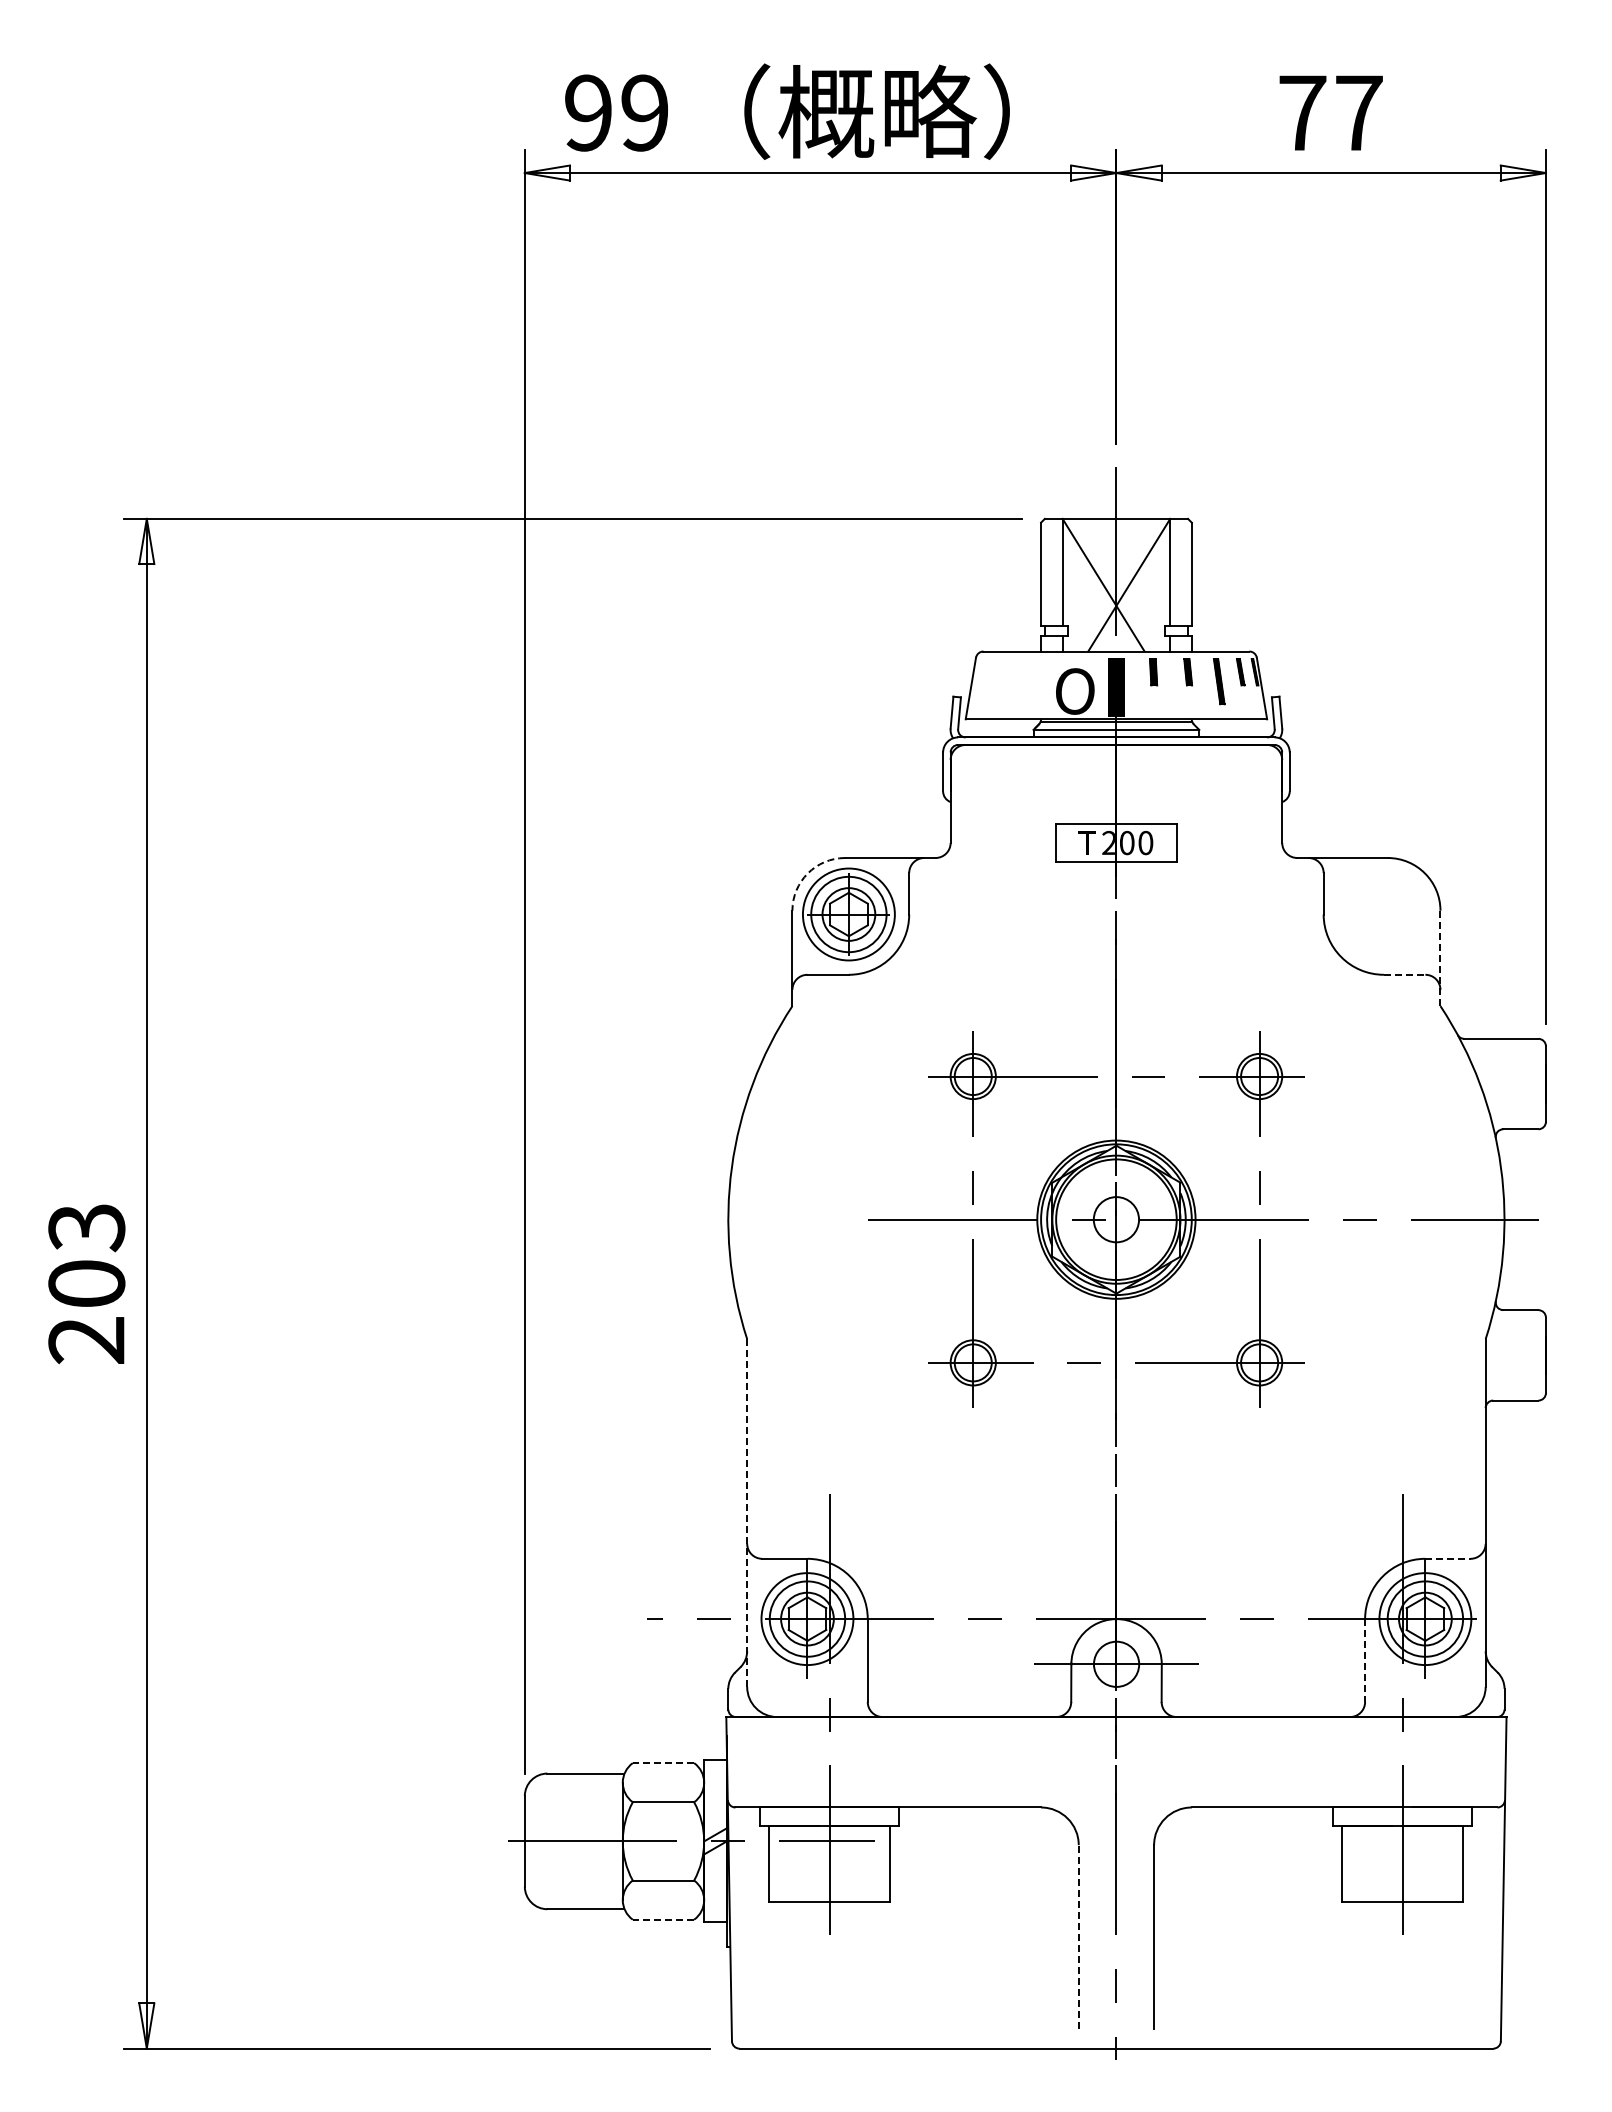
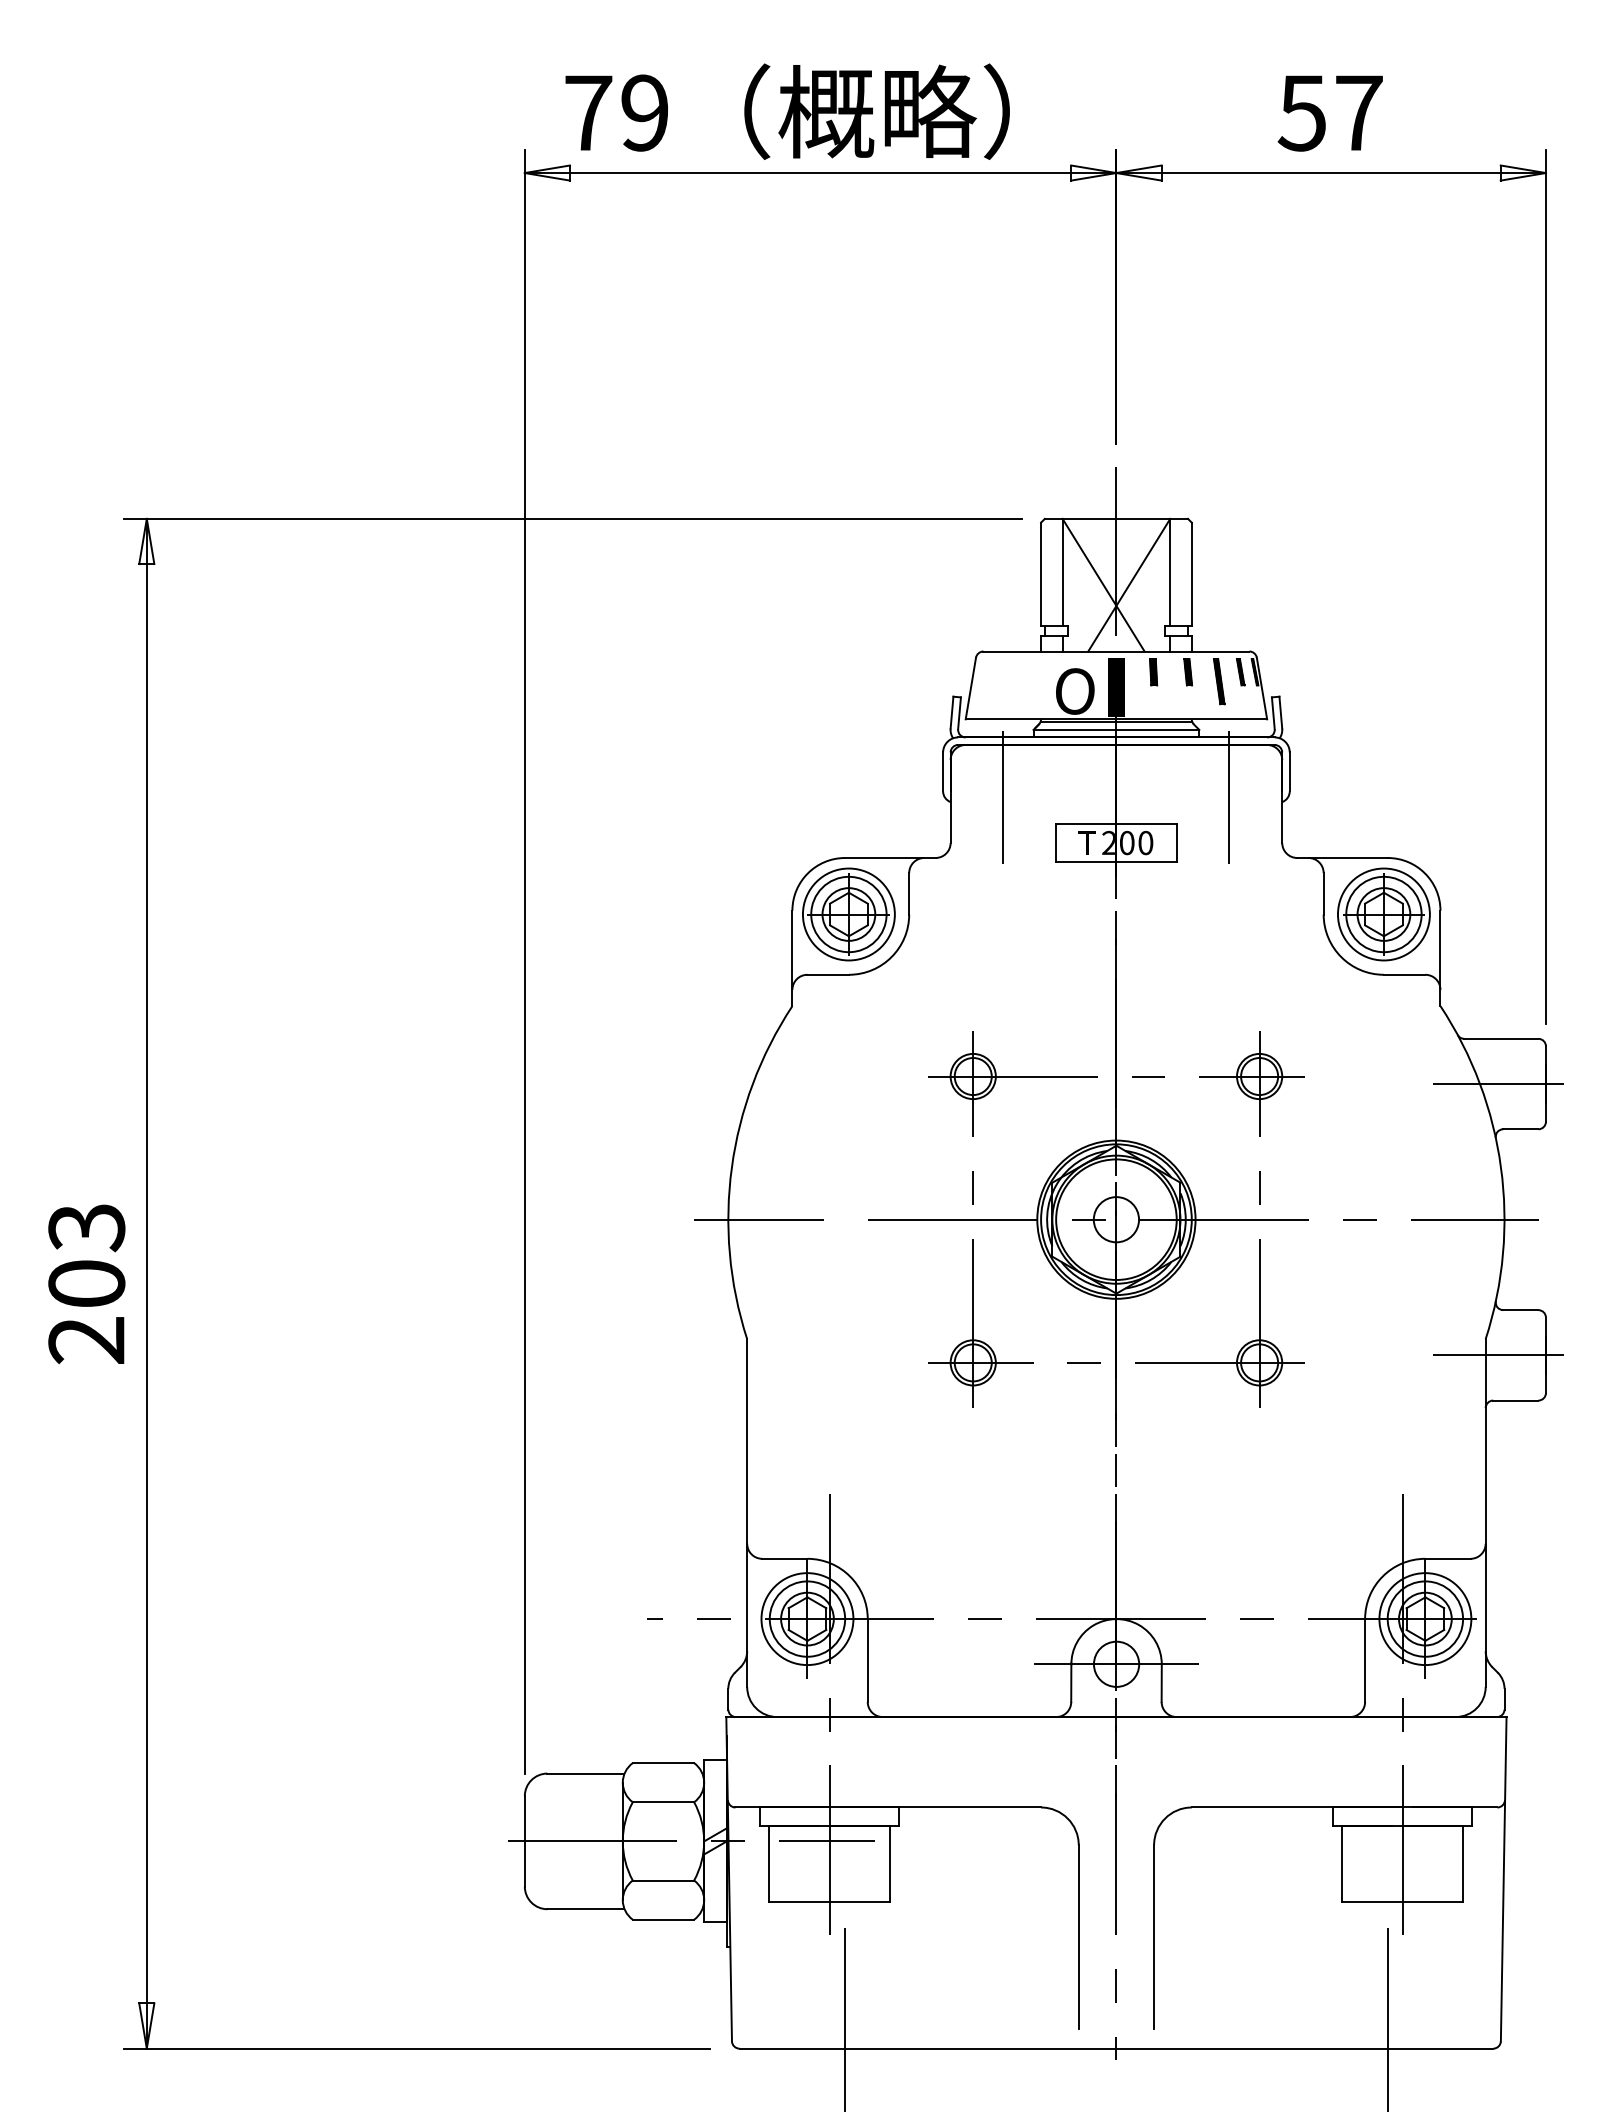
text at (588, 112): 99 -> 79
text at (1301, 113): 77 -> 57
line at (1003, 797): none -> present
line at (1229, 797): none -> present
arc at (807, 873): dashed -> solid
part at (1383, 914): none -> present
line at (1440, 958): dashed -> solid
line at (1404, 974): dashed -> solid
line at (1498, 1084): none -> present
line at (758, 1219): none -> present
line at (1498, 1355): none -> present
line at (747, 1513): dashed -> solid
line at (1448, 1558): dashed -> solid
line at (1365, 1661): dashed -> solid
line at (663, 1763): dashed -> solid
line at (663, 1919): dashed -> solid
line at (1078, 1936): dashed -> solid
line at (844, 2018): none -> present
line at (1388, 2018): none -> present
